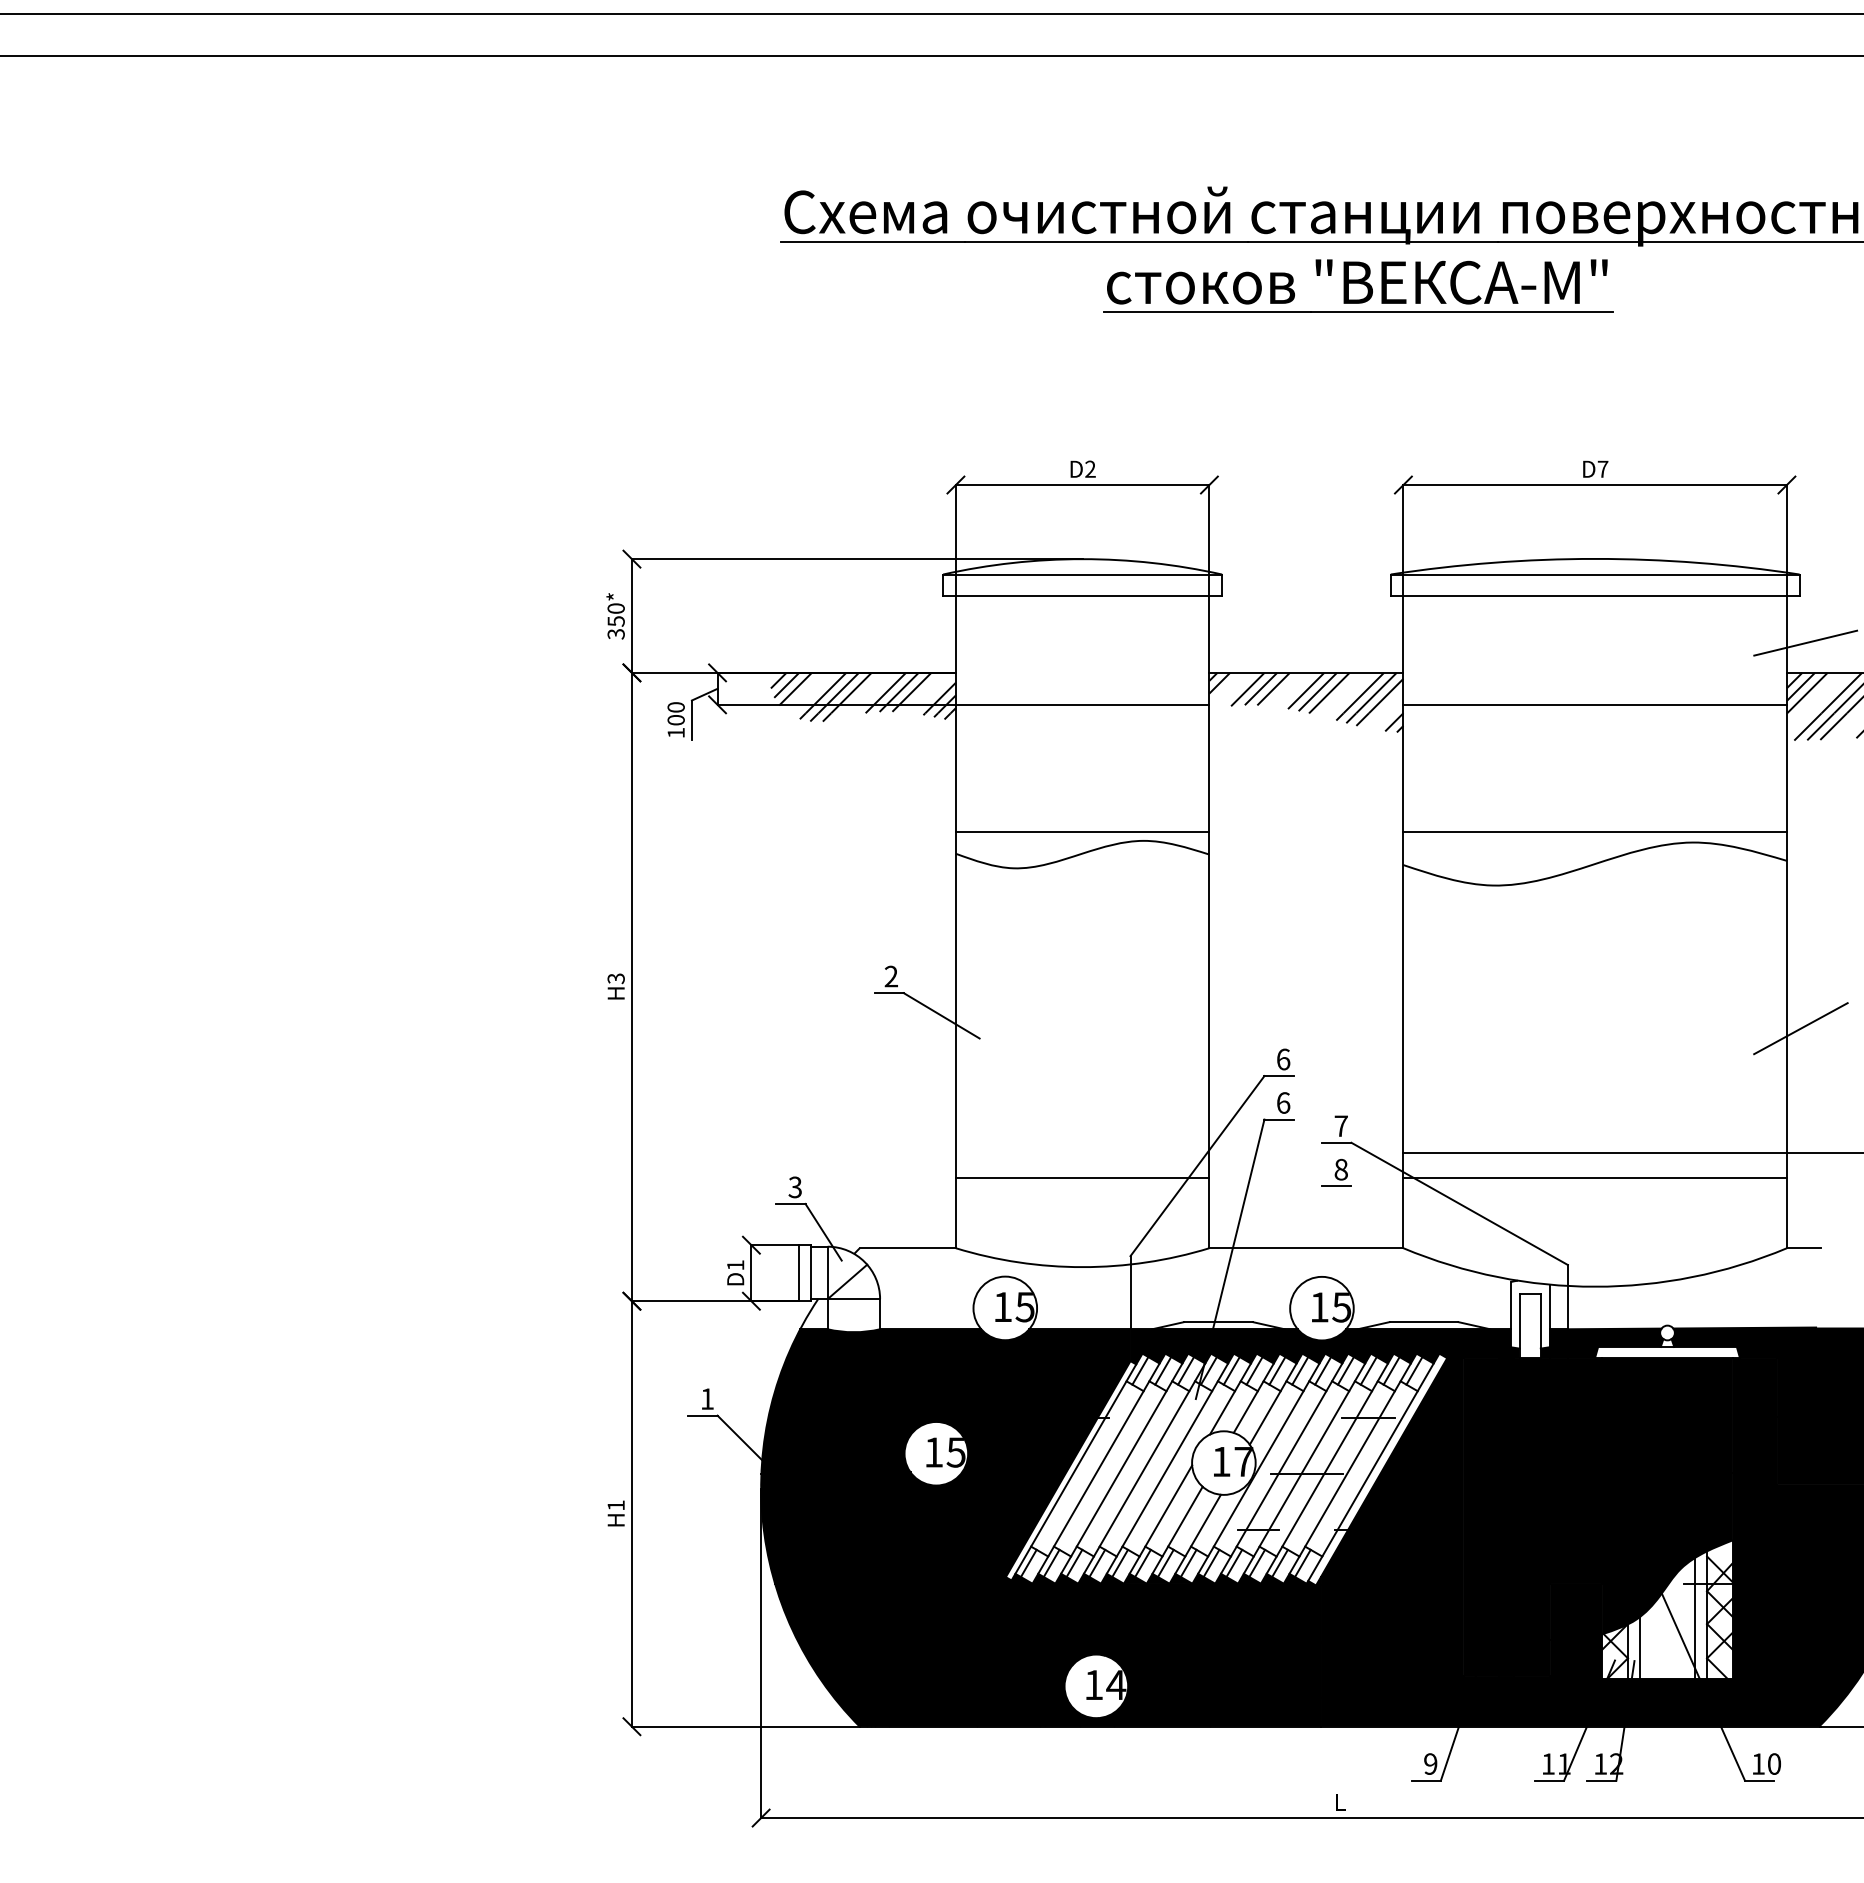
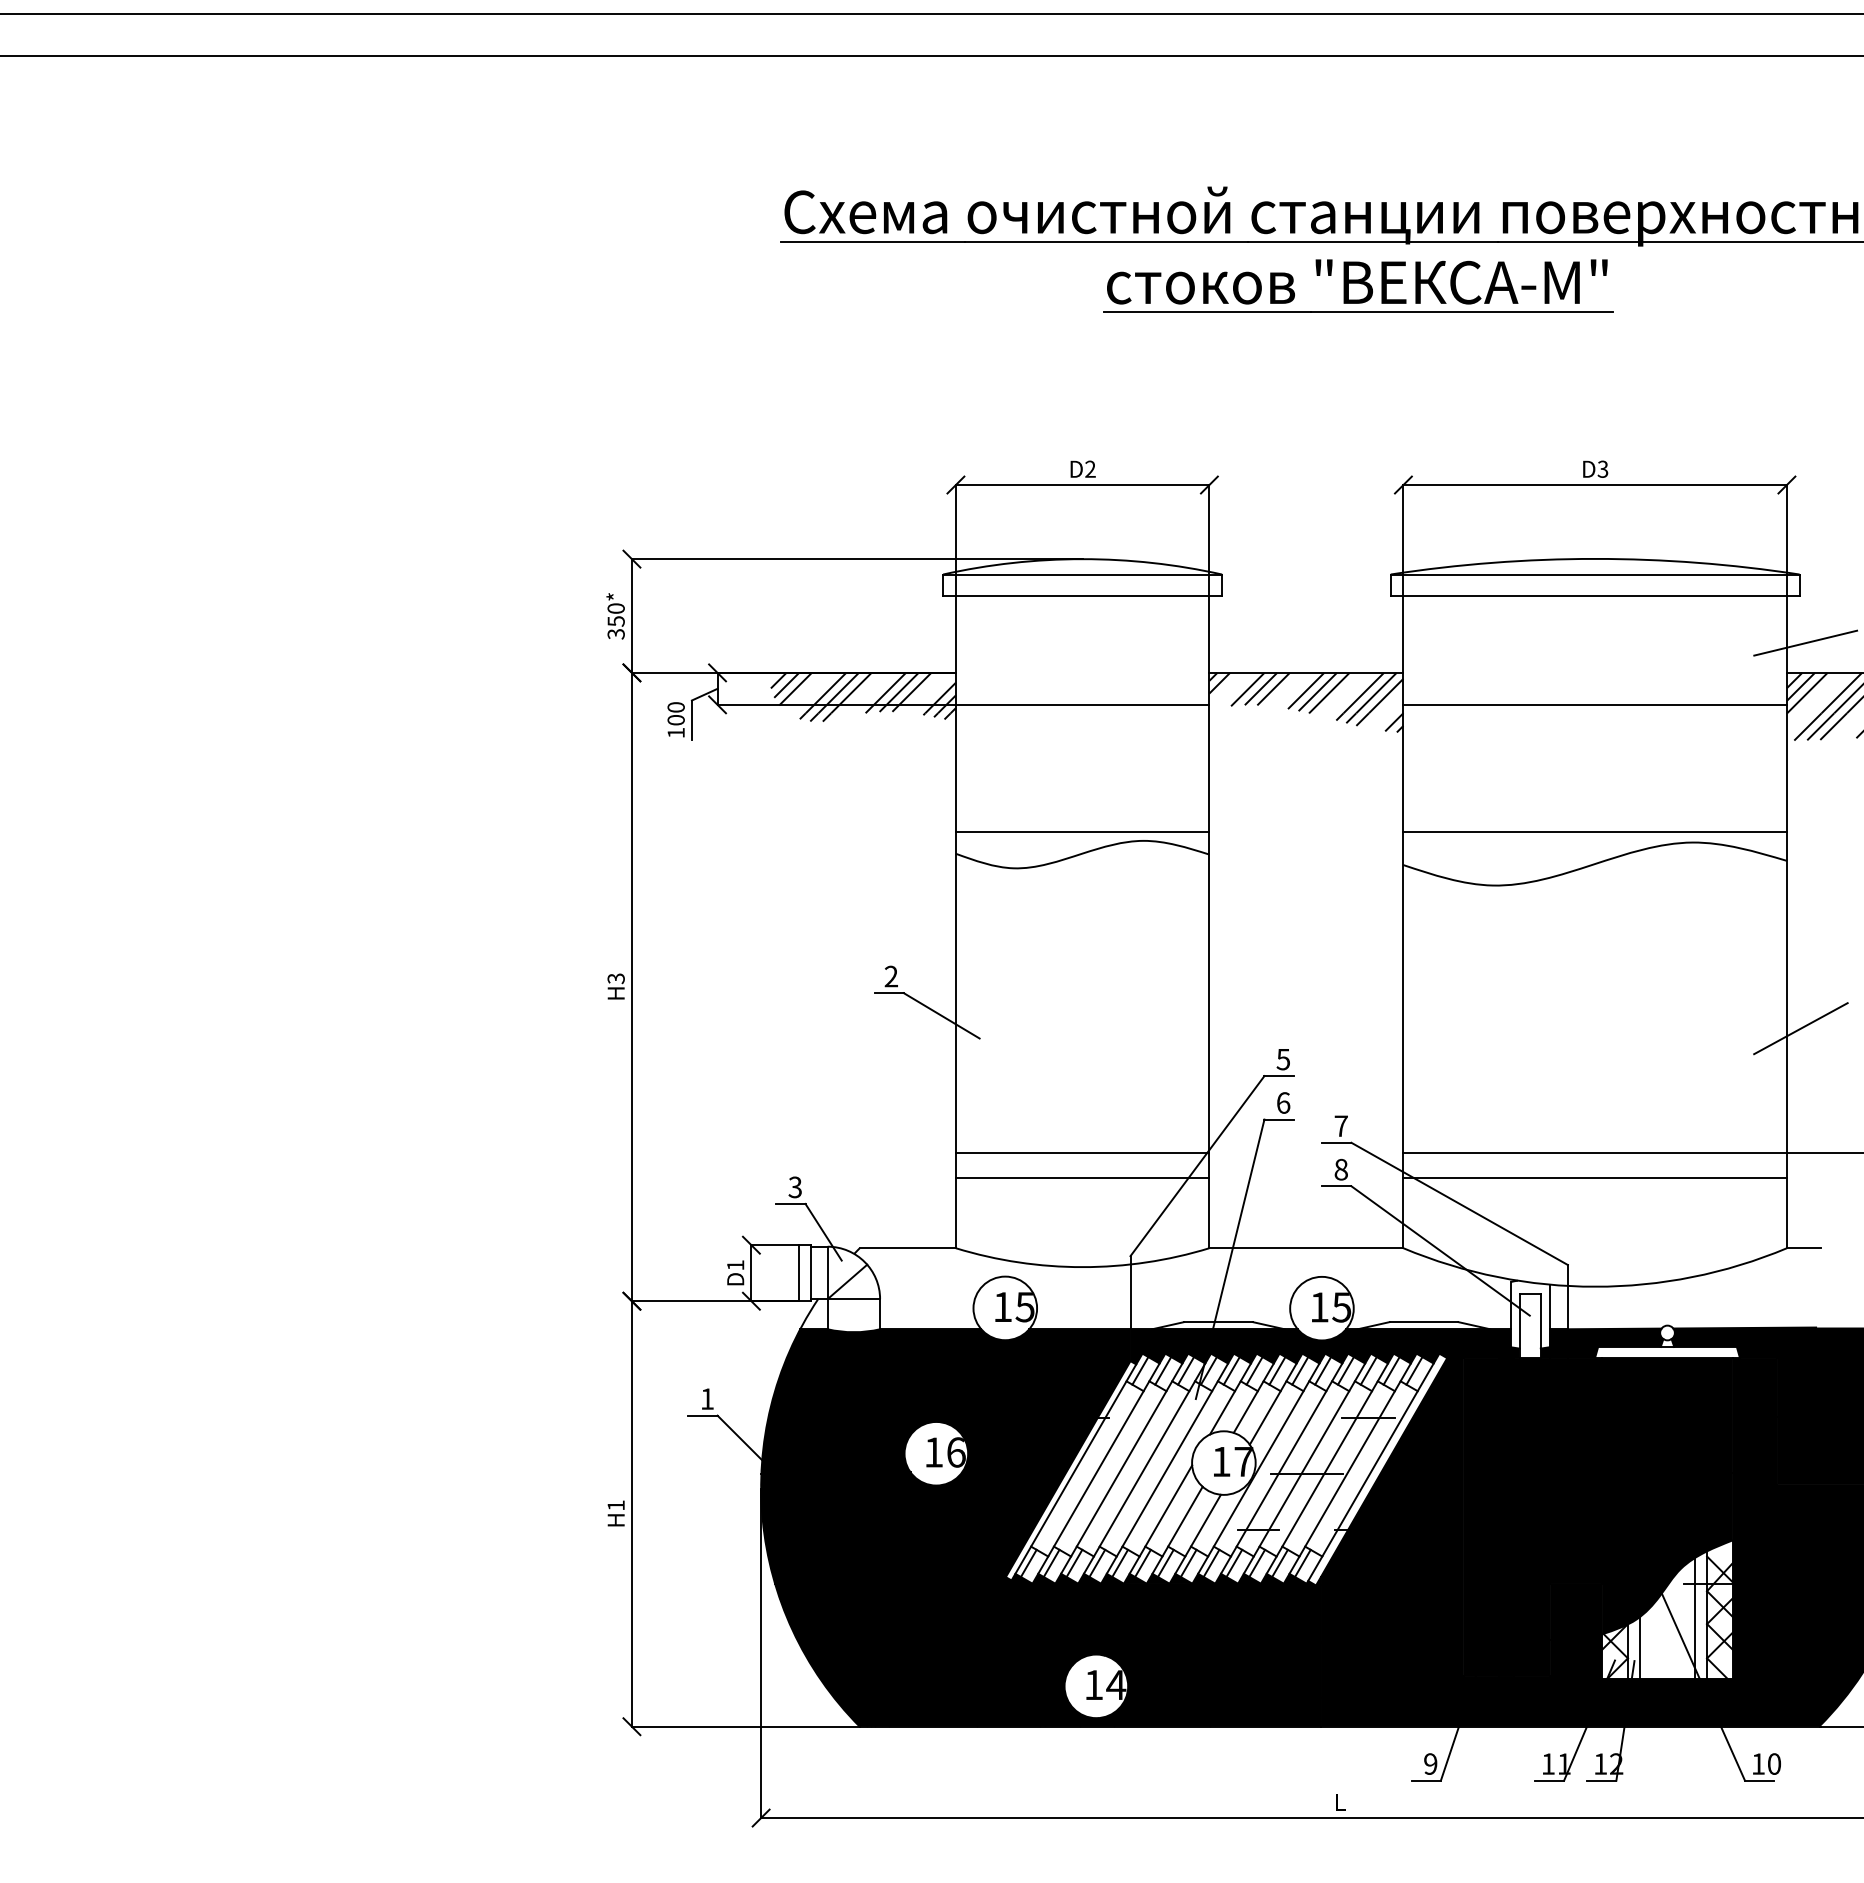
text at (1602, 468): D7 -> D3
text at (1283, 1059): 6 -> 5
line at (1082, 1152): none -> present
line at (1440, 1250): none -> present
text at (955, 1452): 15 -> 16
